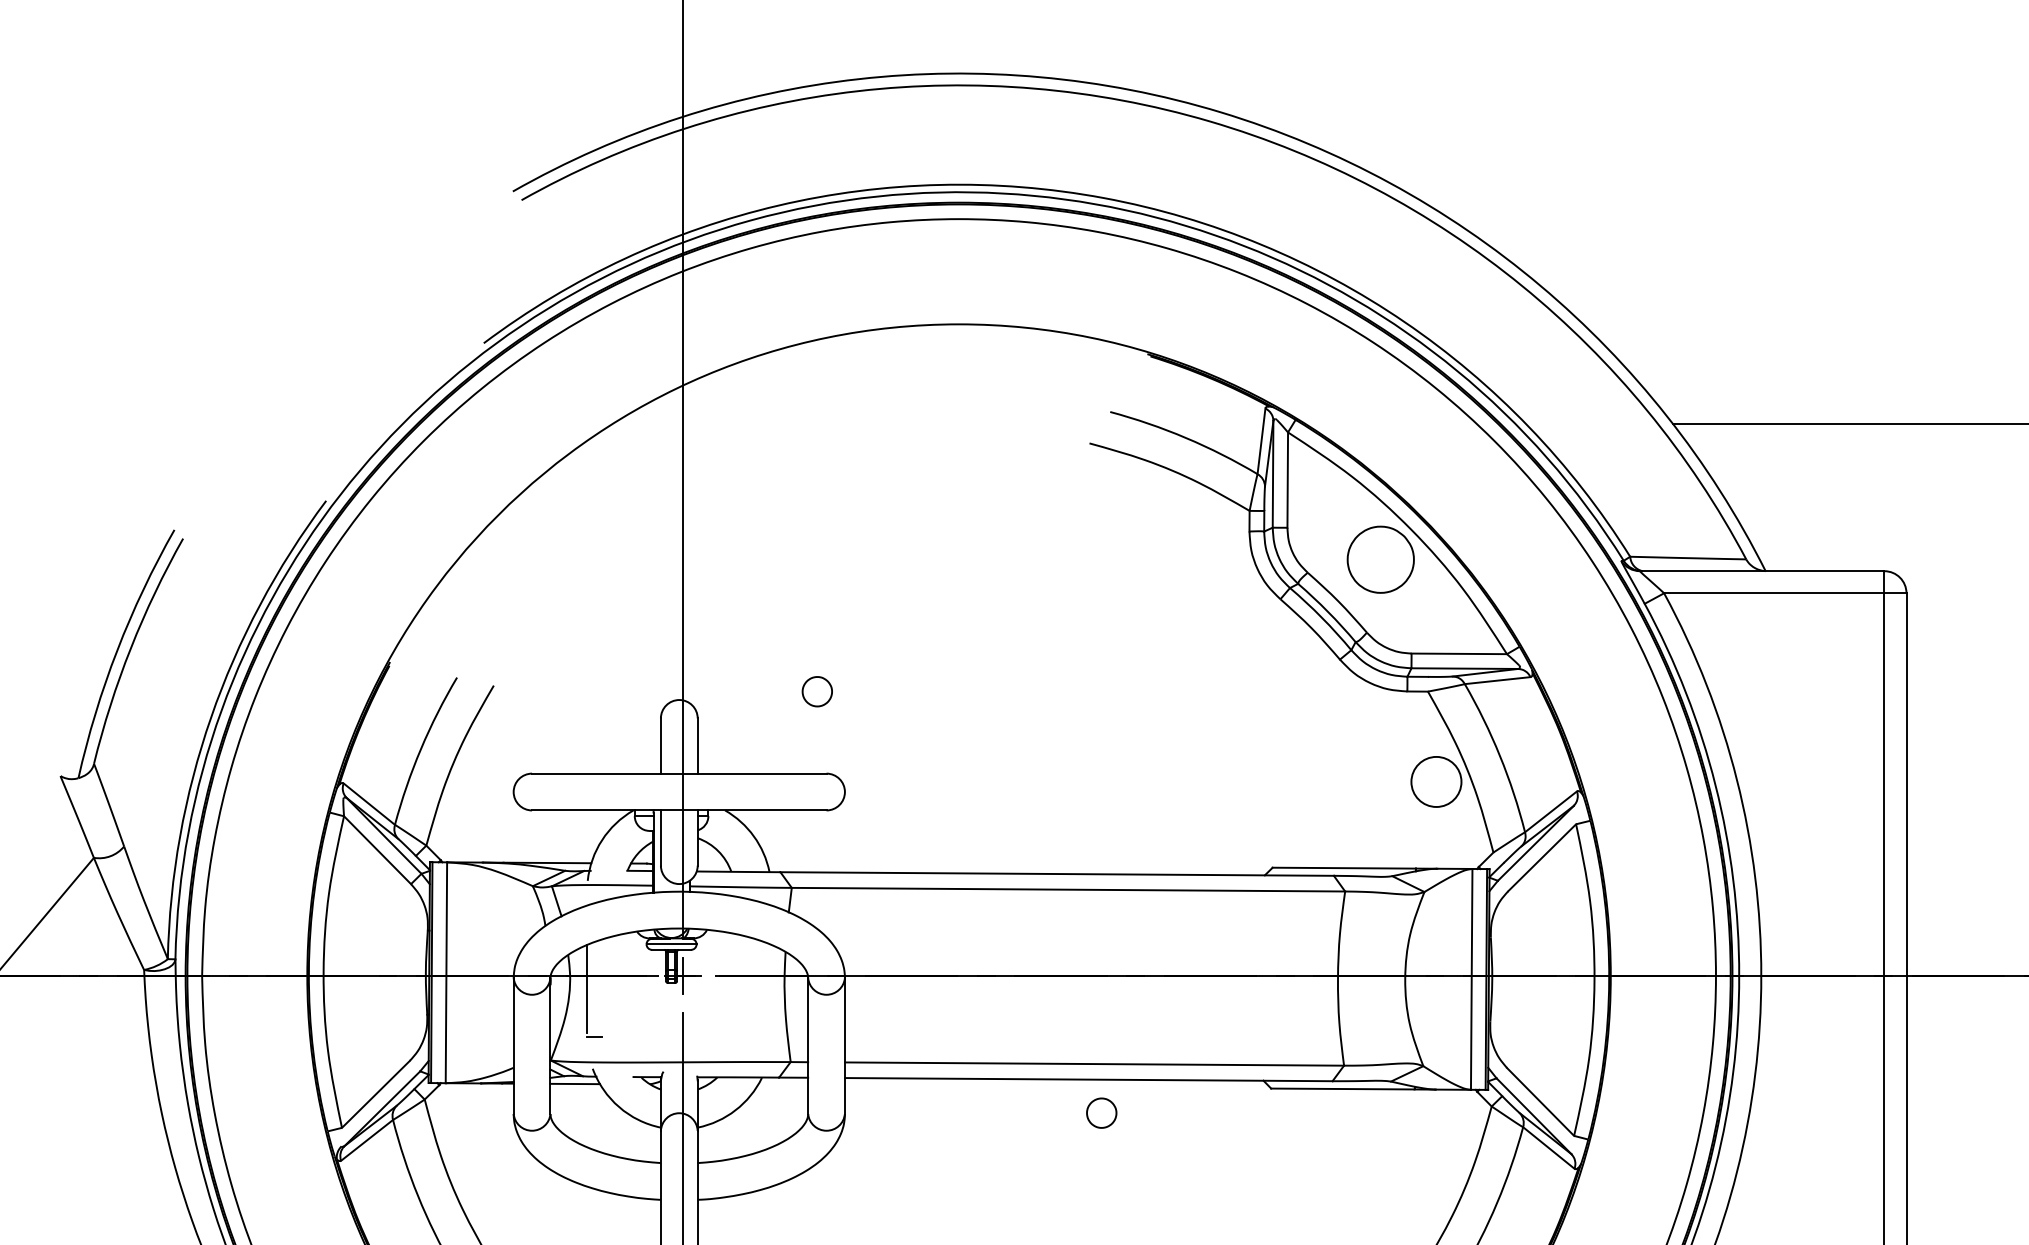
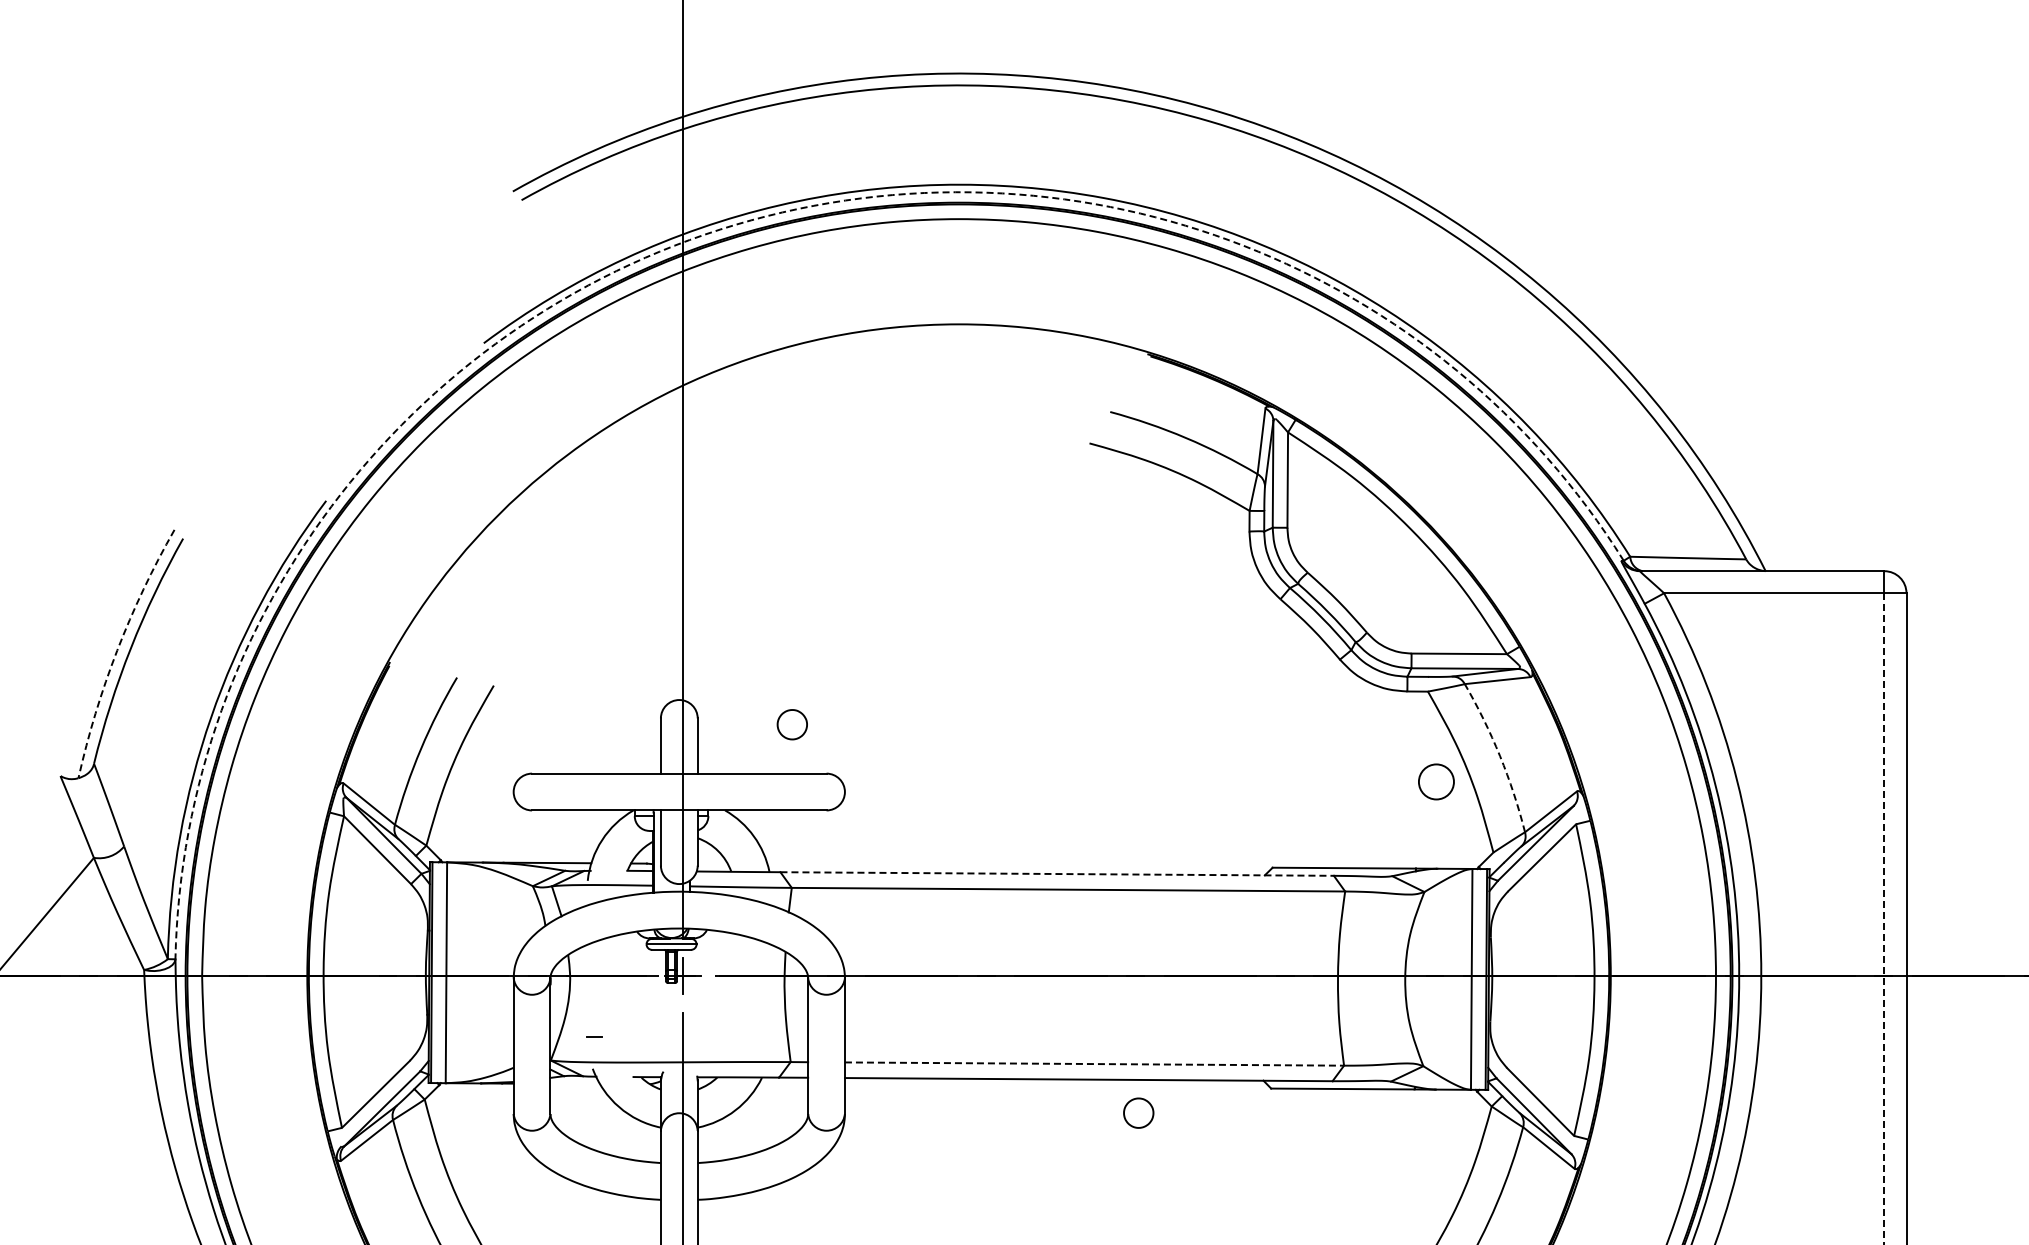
arc at (751, 220): solid -> dashed
line at (1849, 423): present -> none
part at (1380, 559): present -> none
arc at (117, 650): solid -> dashed
part at (816, 691) position: (816, 691) -> (791, 724)
arc at (1500, 756): solid -> dashed
circle at (1436, 781) diameter: 50 px -> 35 px
line at (1057, 874): solid -> dashed
line at (1884, 919): solid -> dashed
line at (587, 988): present -> none
line at (1094, 1064): solid -> dashed
line at (575, 1083): present -> none
part at (1101, 1112) position: (1101, 1112) -> (1138, 1112)
